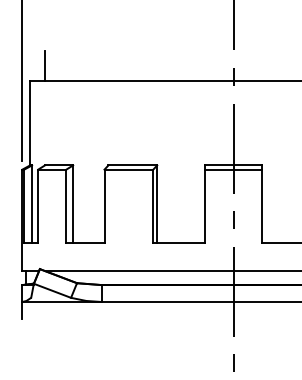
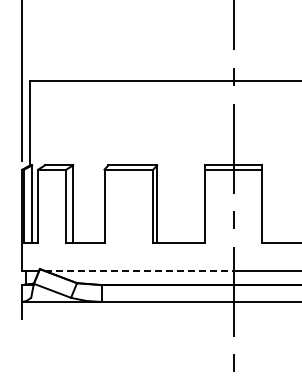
line at (44, 65): present -> none
line at (139, 271): solid -> dashed
